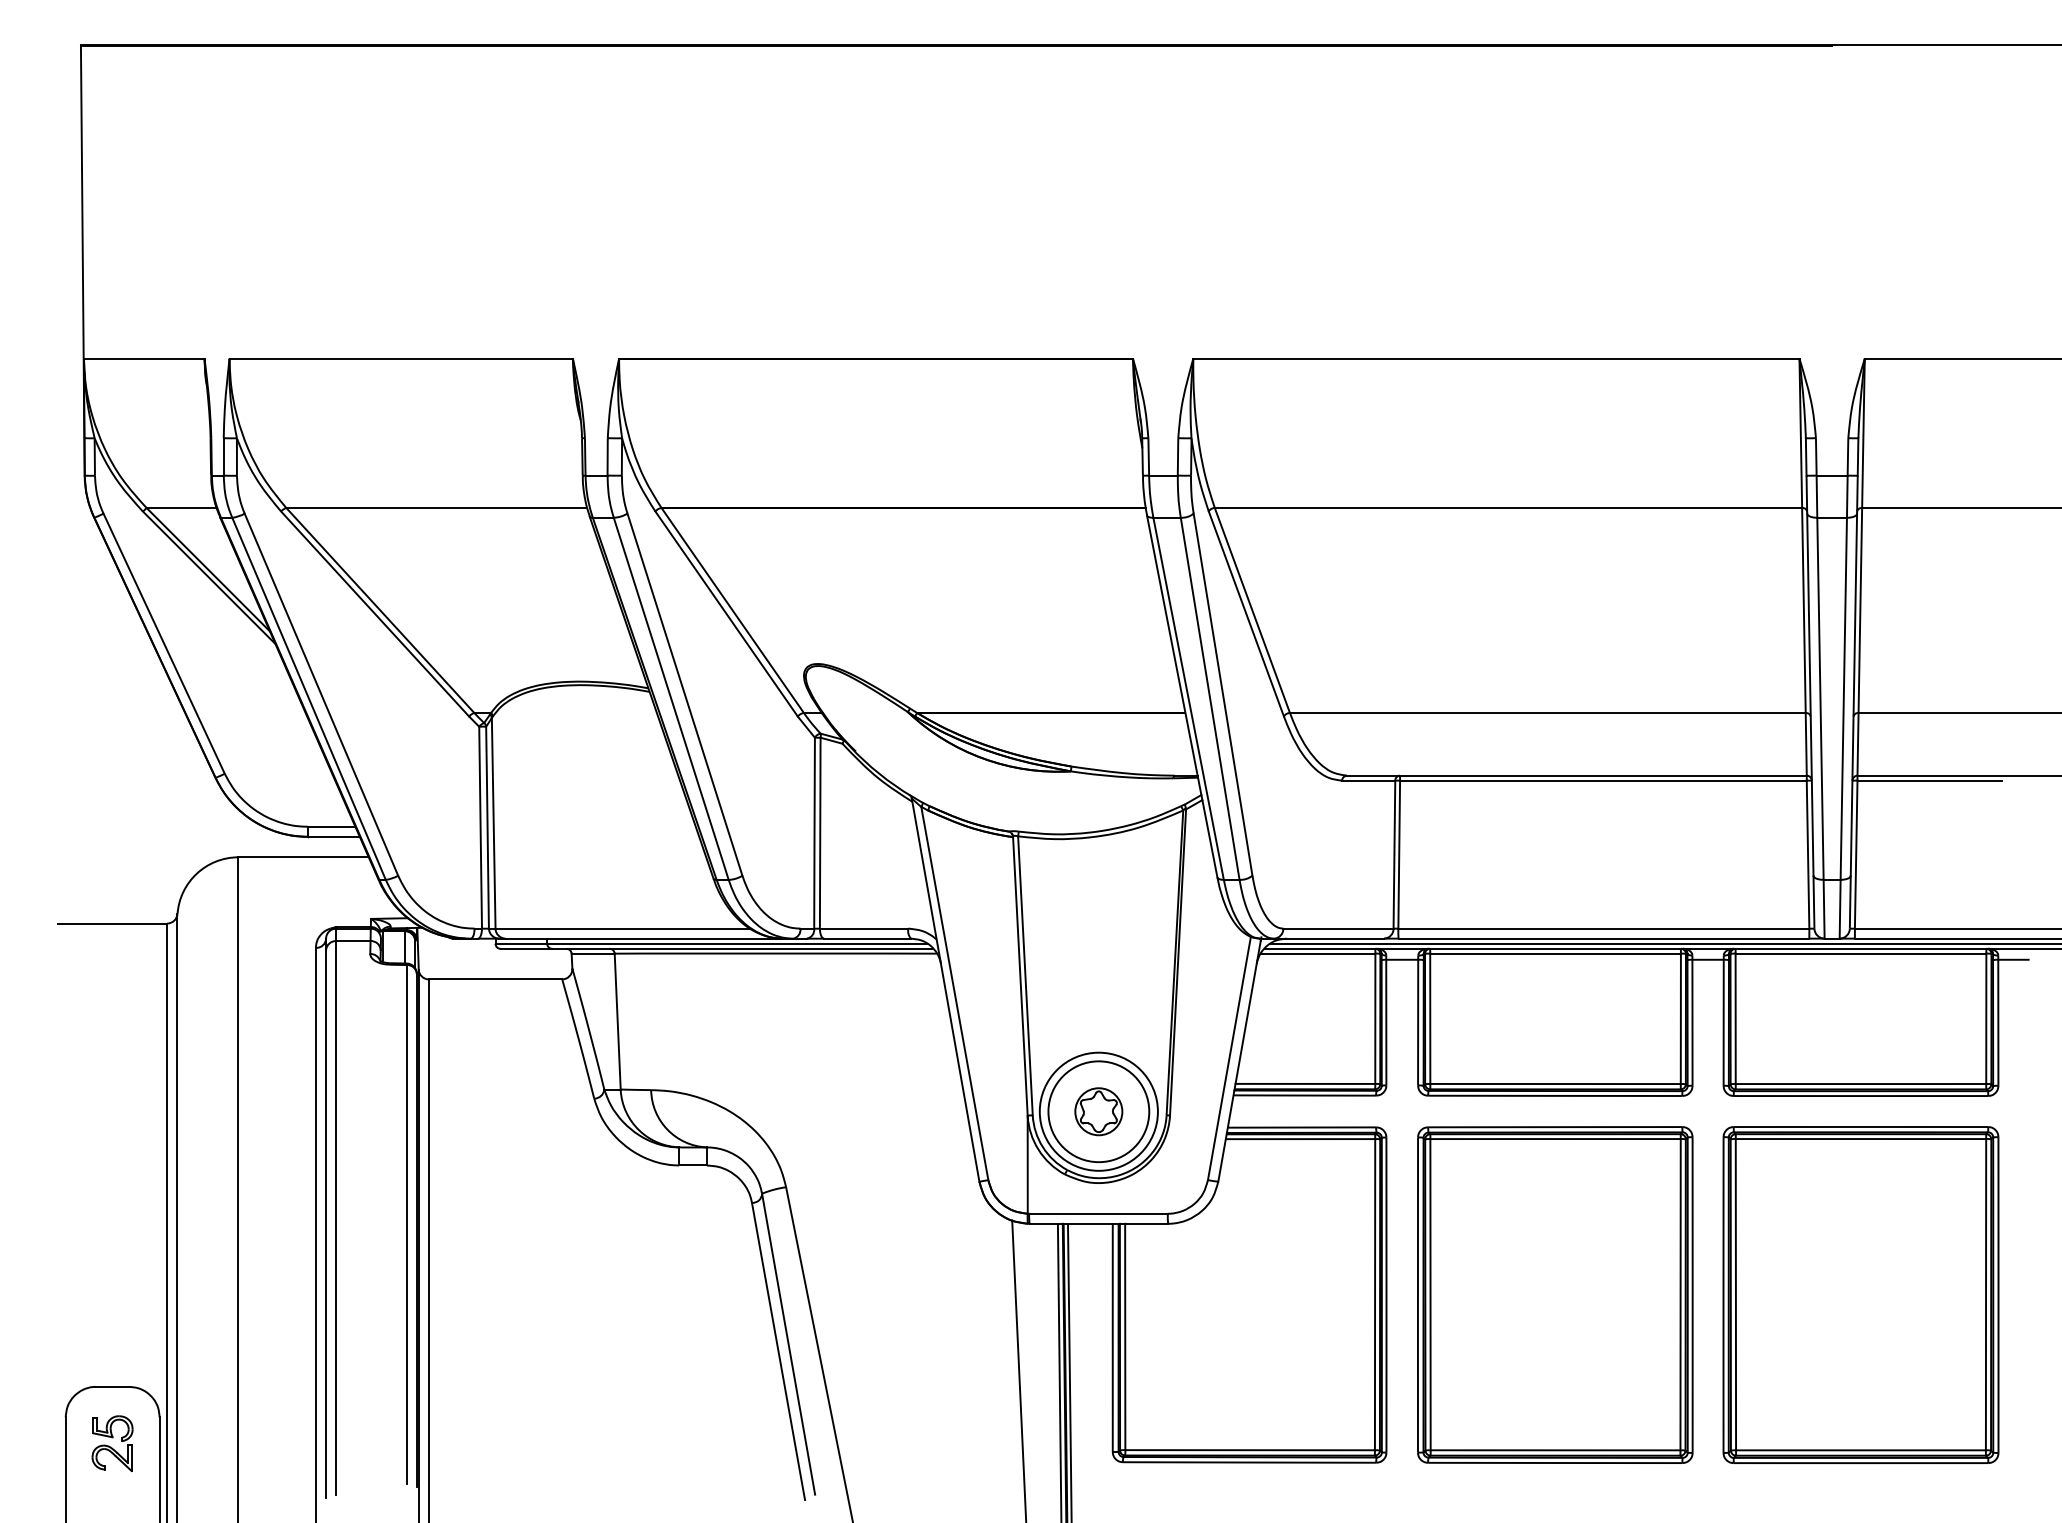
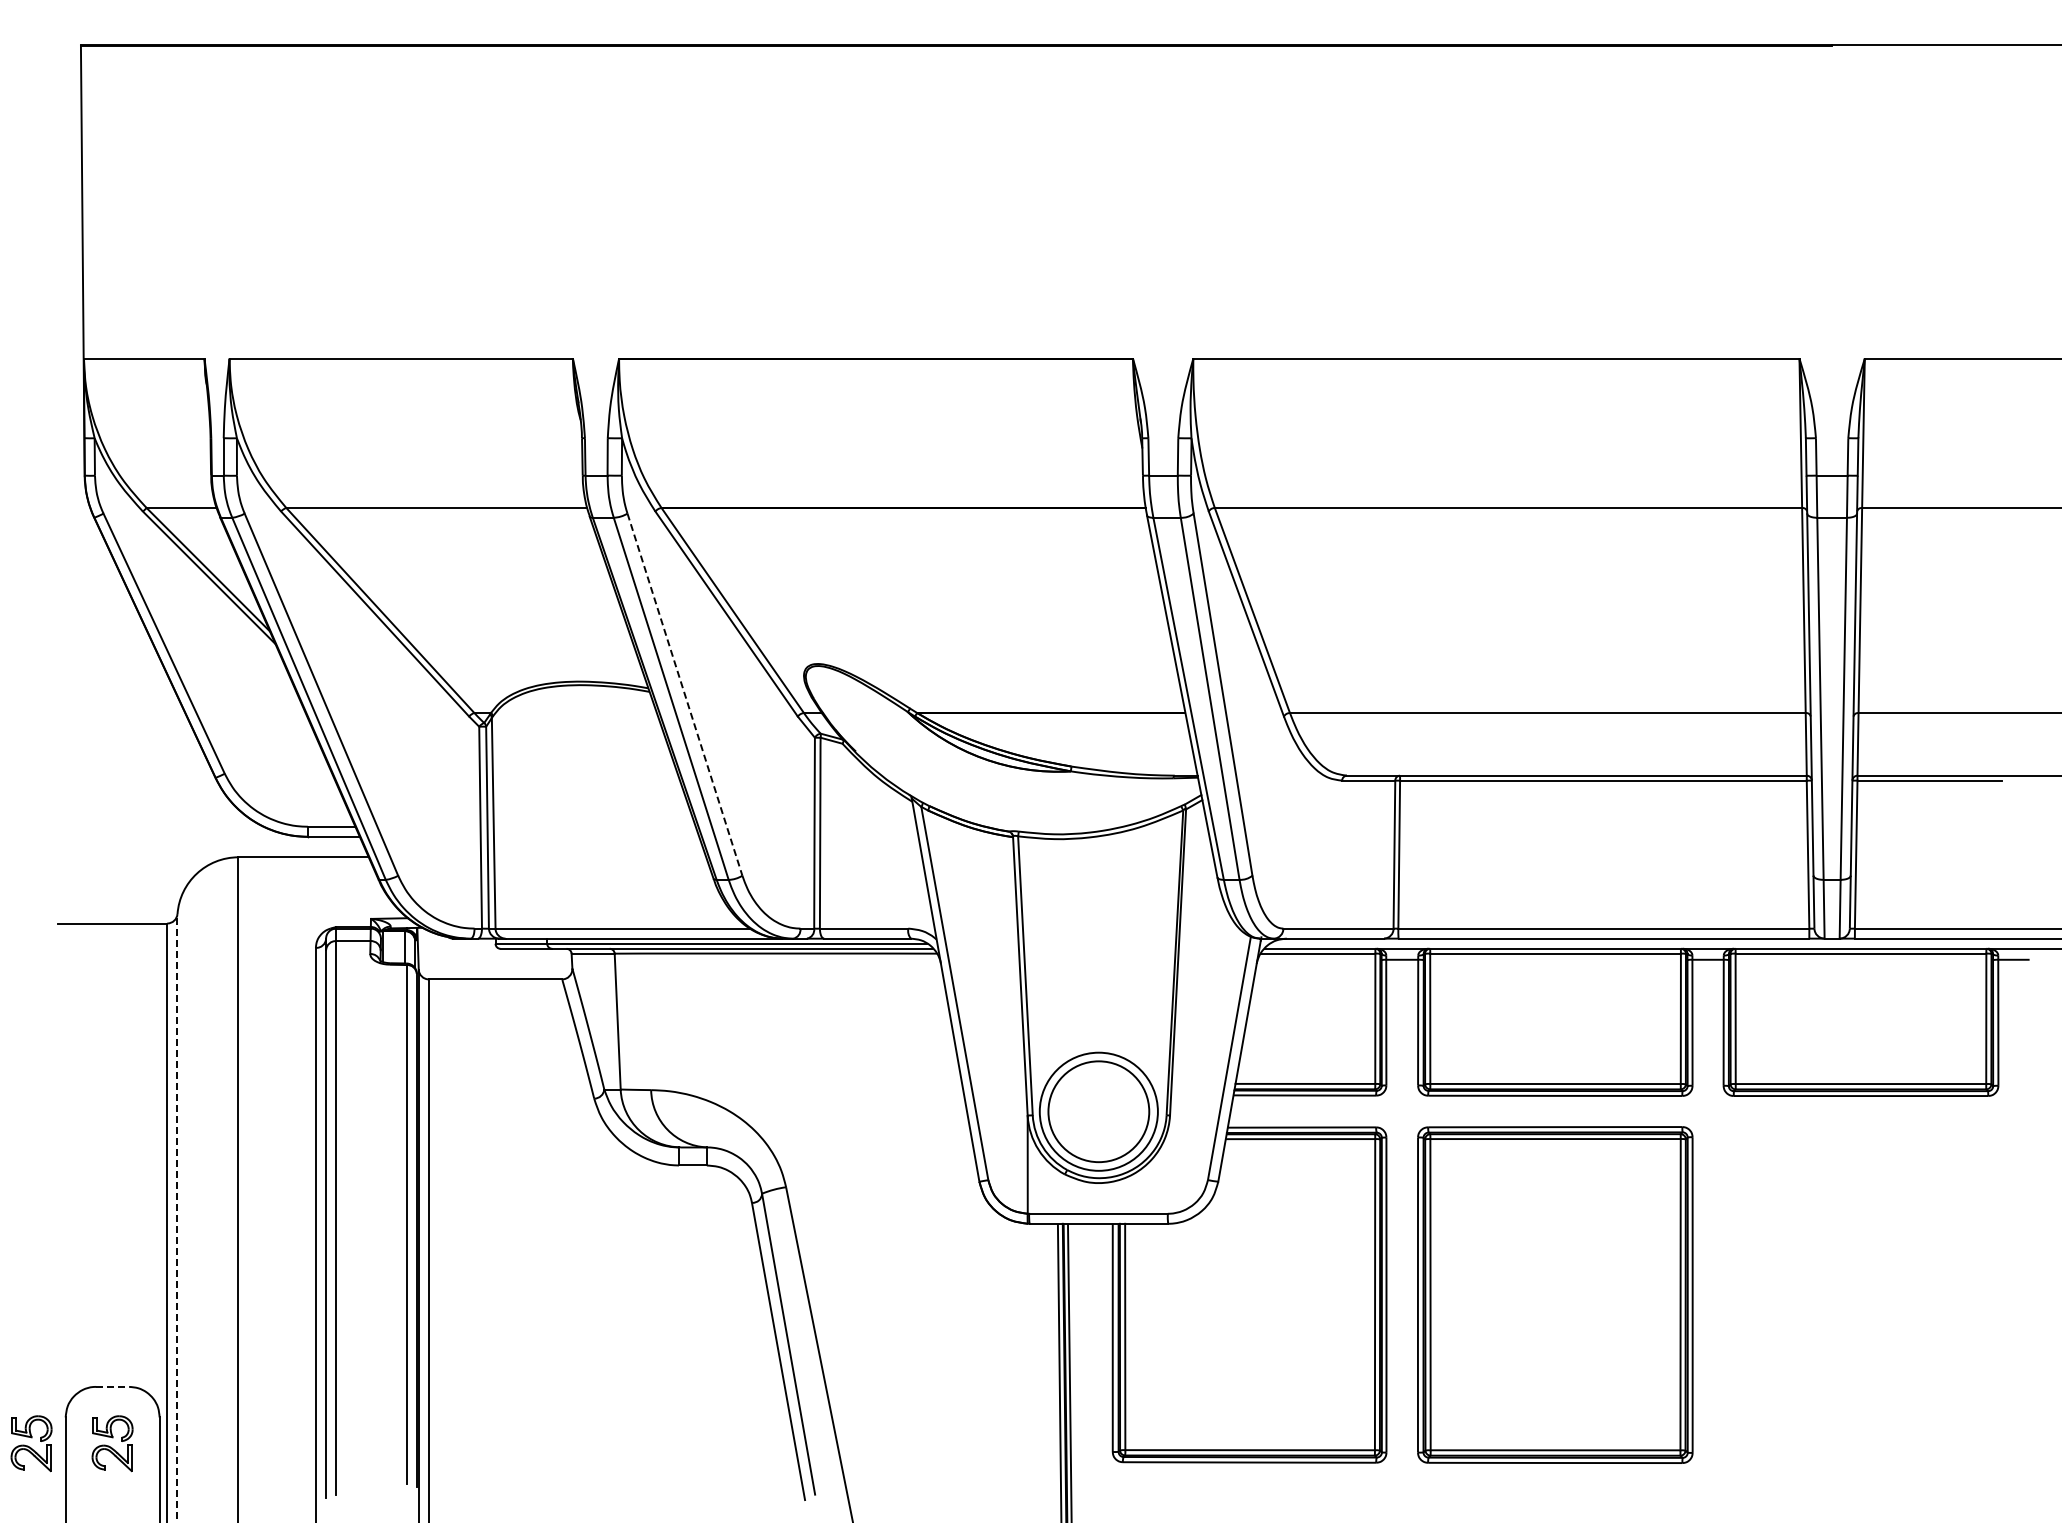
line at (684, 694): solid -> dashed
line at (1664, 943): present -> none
part at (1098, 1111): present -> none
line at (177, 1217): solid -> dashed
part at (1860, 1294): present -> none
line at (1019, 1369): present -> none
line at (113, 1386): solid -> dashed
part at (31, 1443): none -> present
